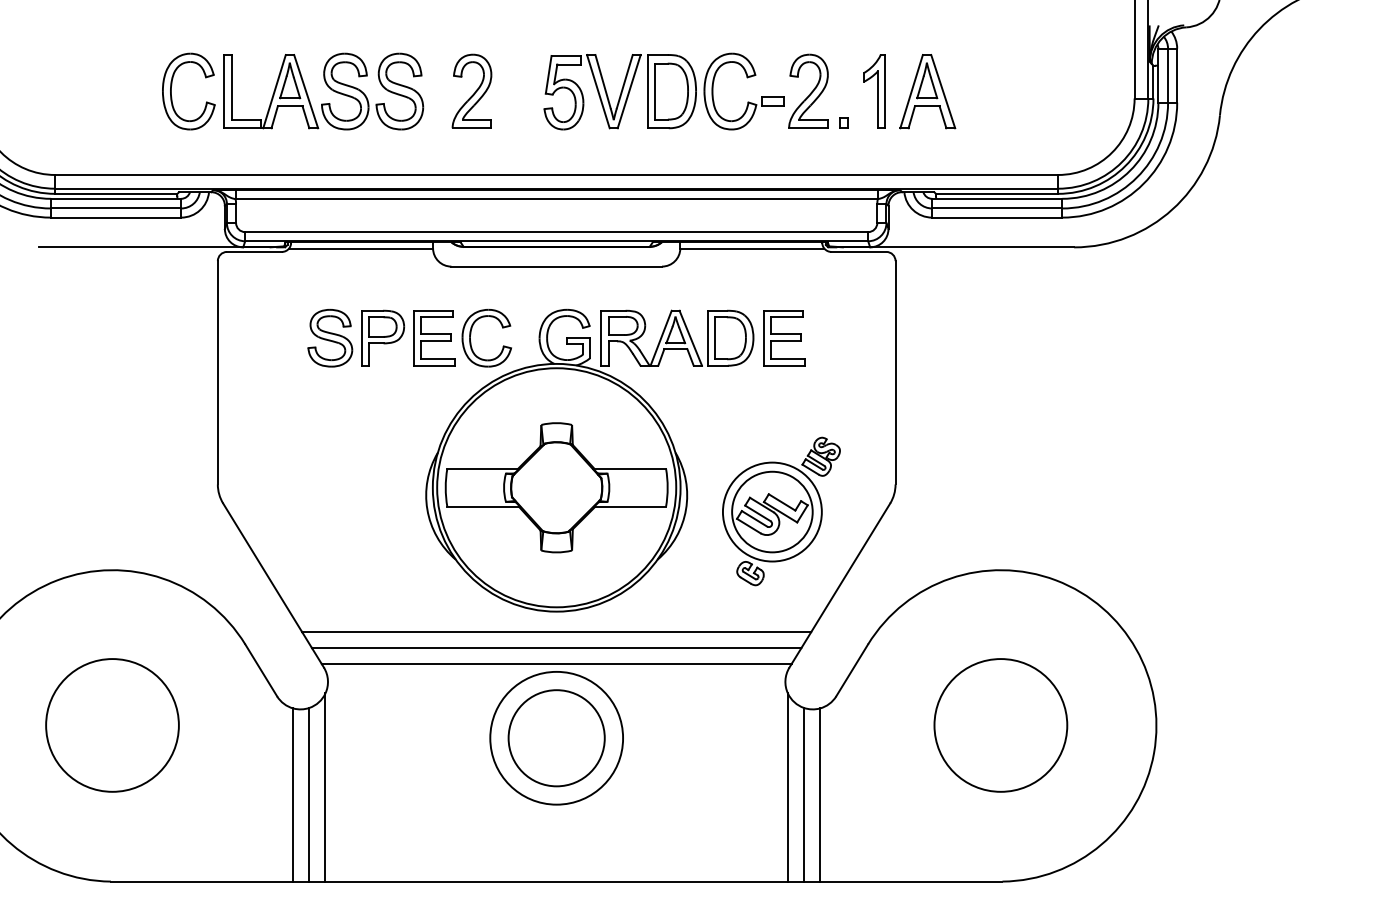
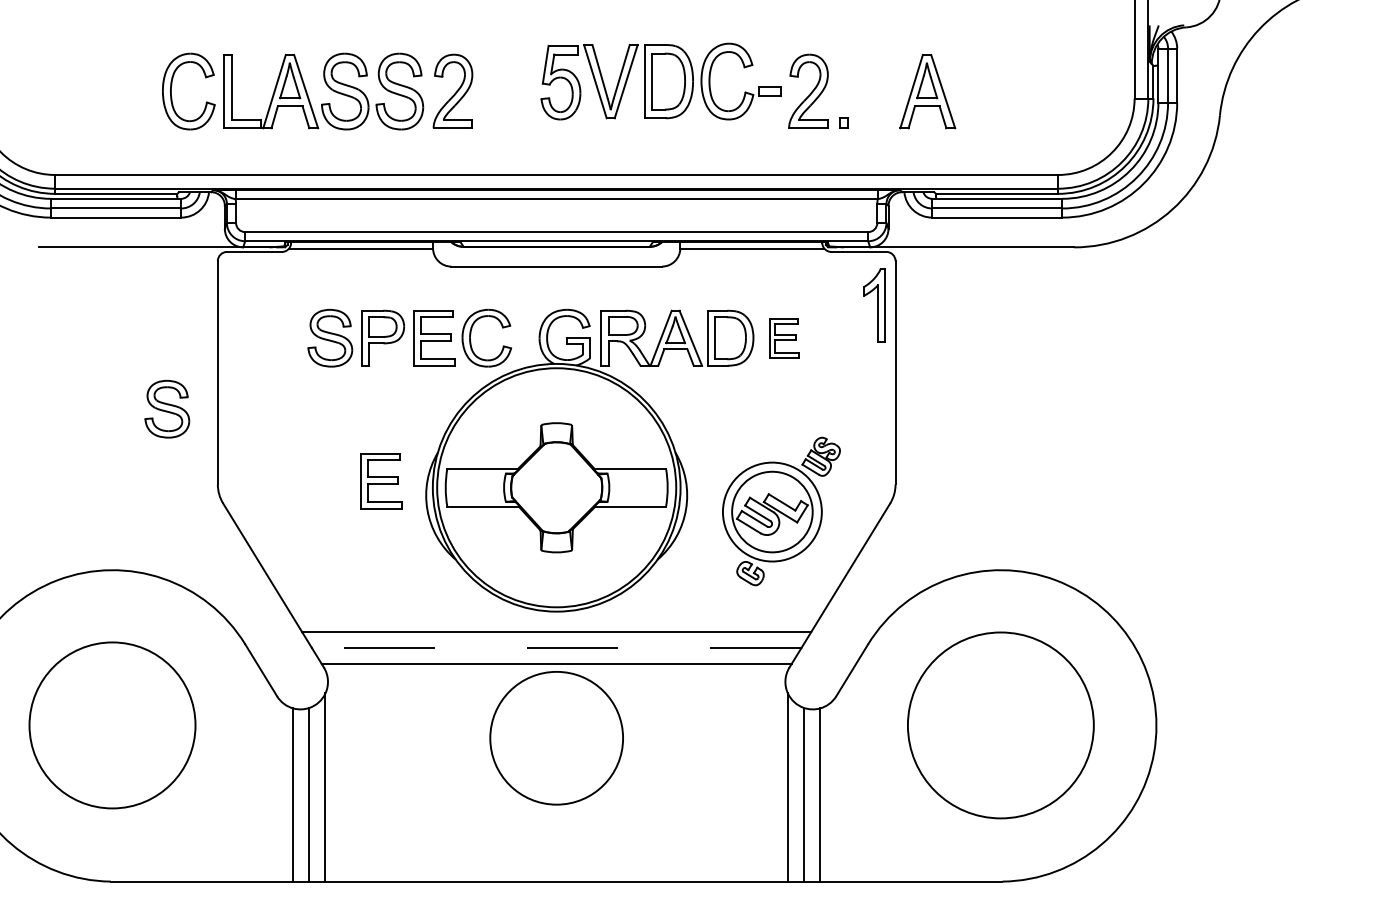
part at (471, 90) position: (471, 90) -> (452, 90)
part at (663, 91) position: (663, 91) -> (660, 81)
part at (874, 91) position: (874, 91) -> (874, 305)
part at (784, 338) size: 43x57 px -> 31x41 px
part at (167, 408): none -> present
part at (381, 481): none -> present
line at (556, 648): solid -> dashed
circle at (112, 725) diameter: 133 px -> 166 px
circle at (1000, 725) diameter: 133 px -> 186 px
circle at (556, 738): present -> none
